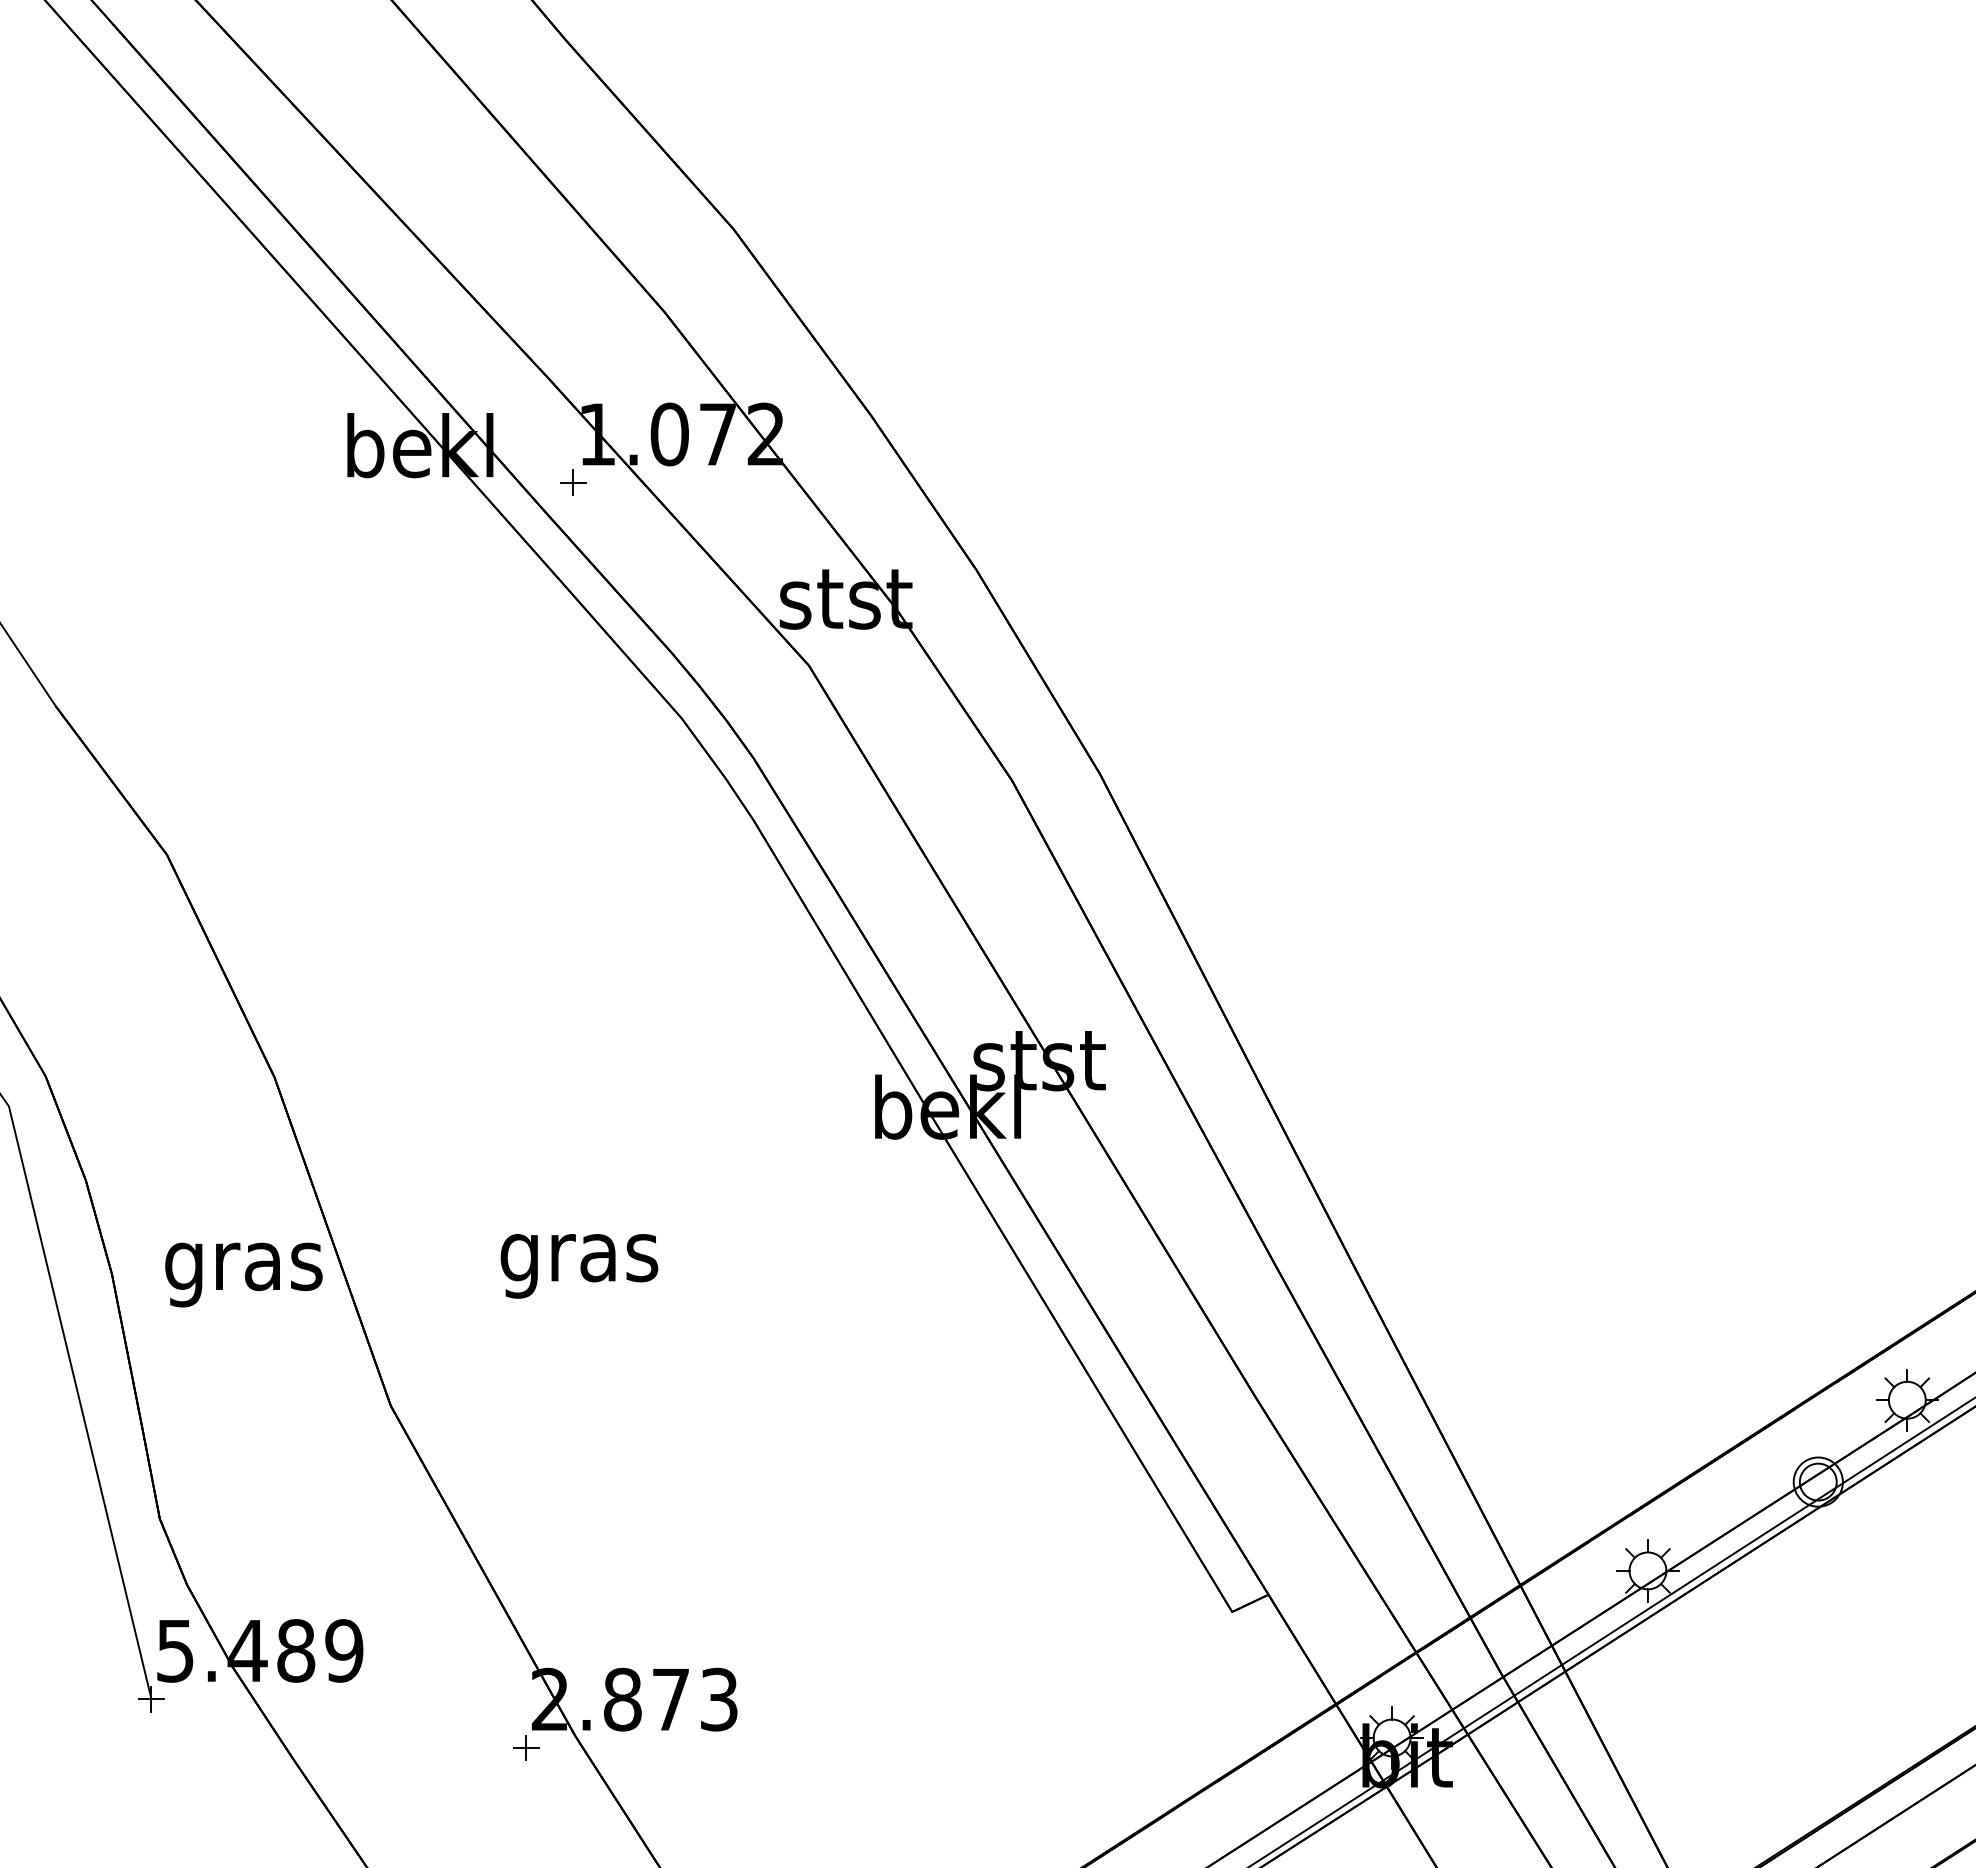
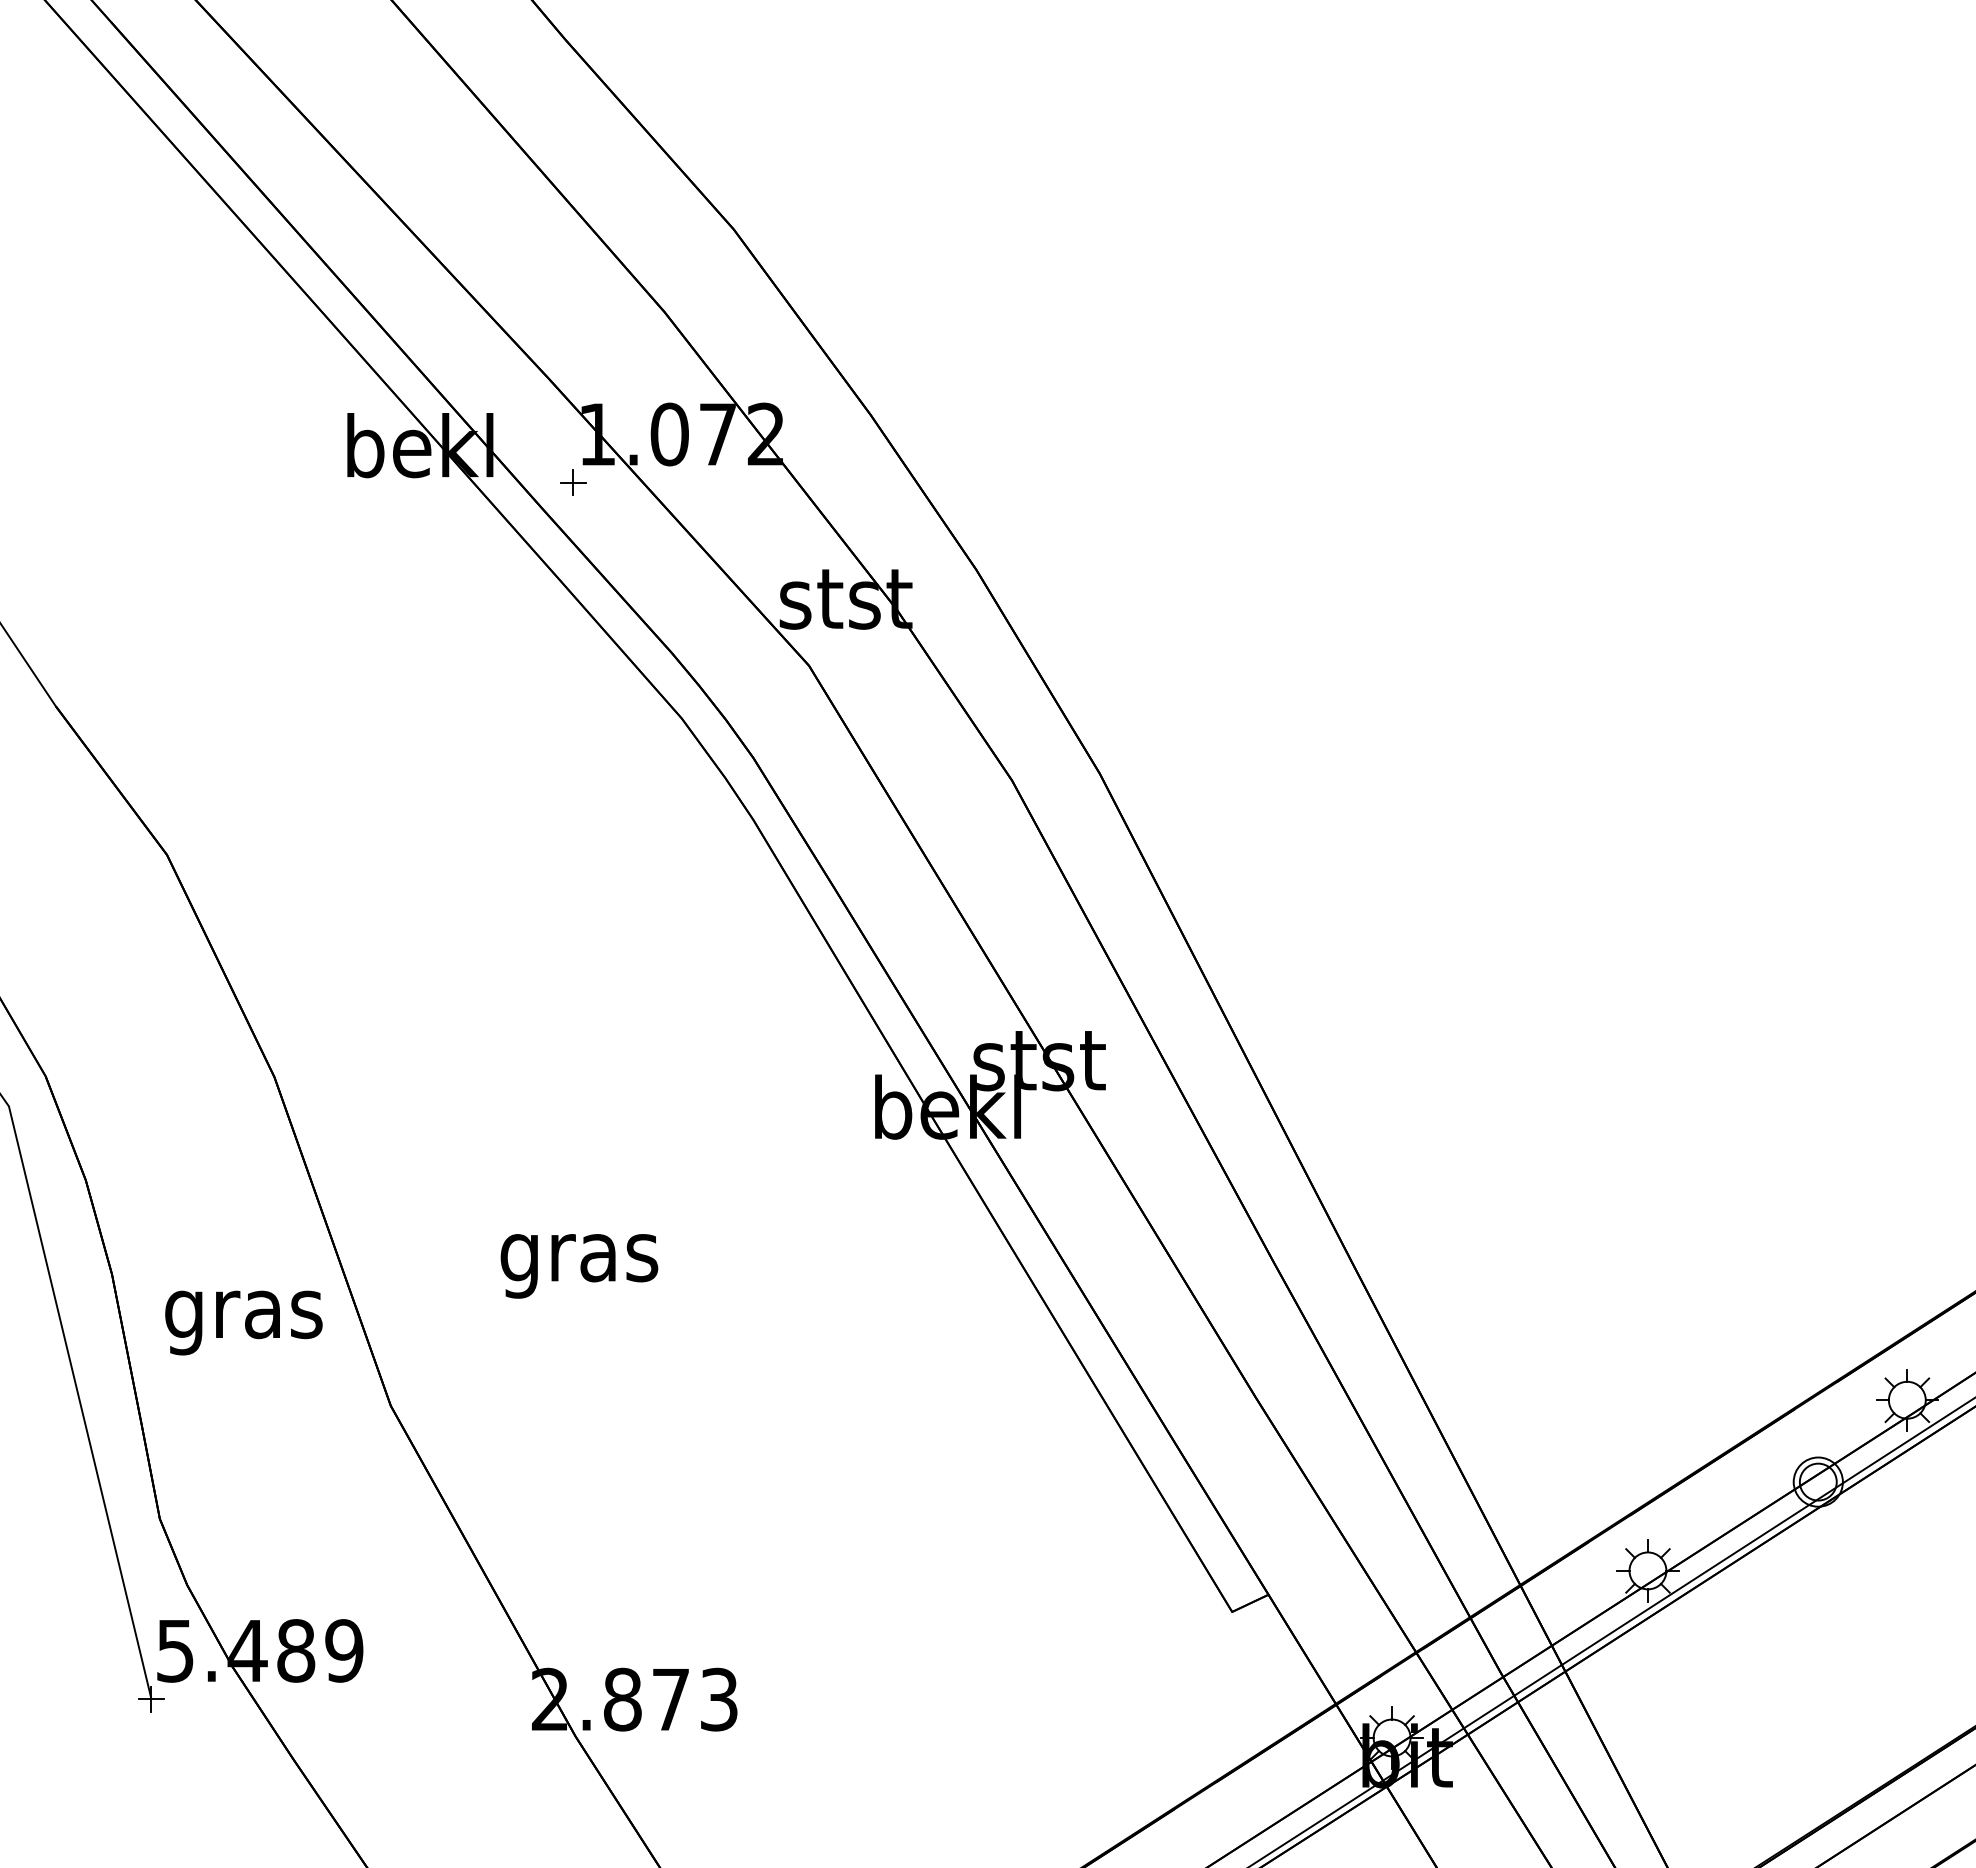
text at (243, 1274) position: (243, 1274) -> (243, 1322)
part at (526, 1747): present -> none
